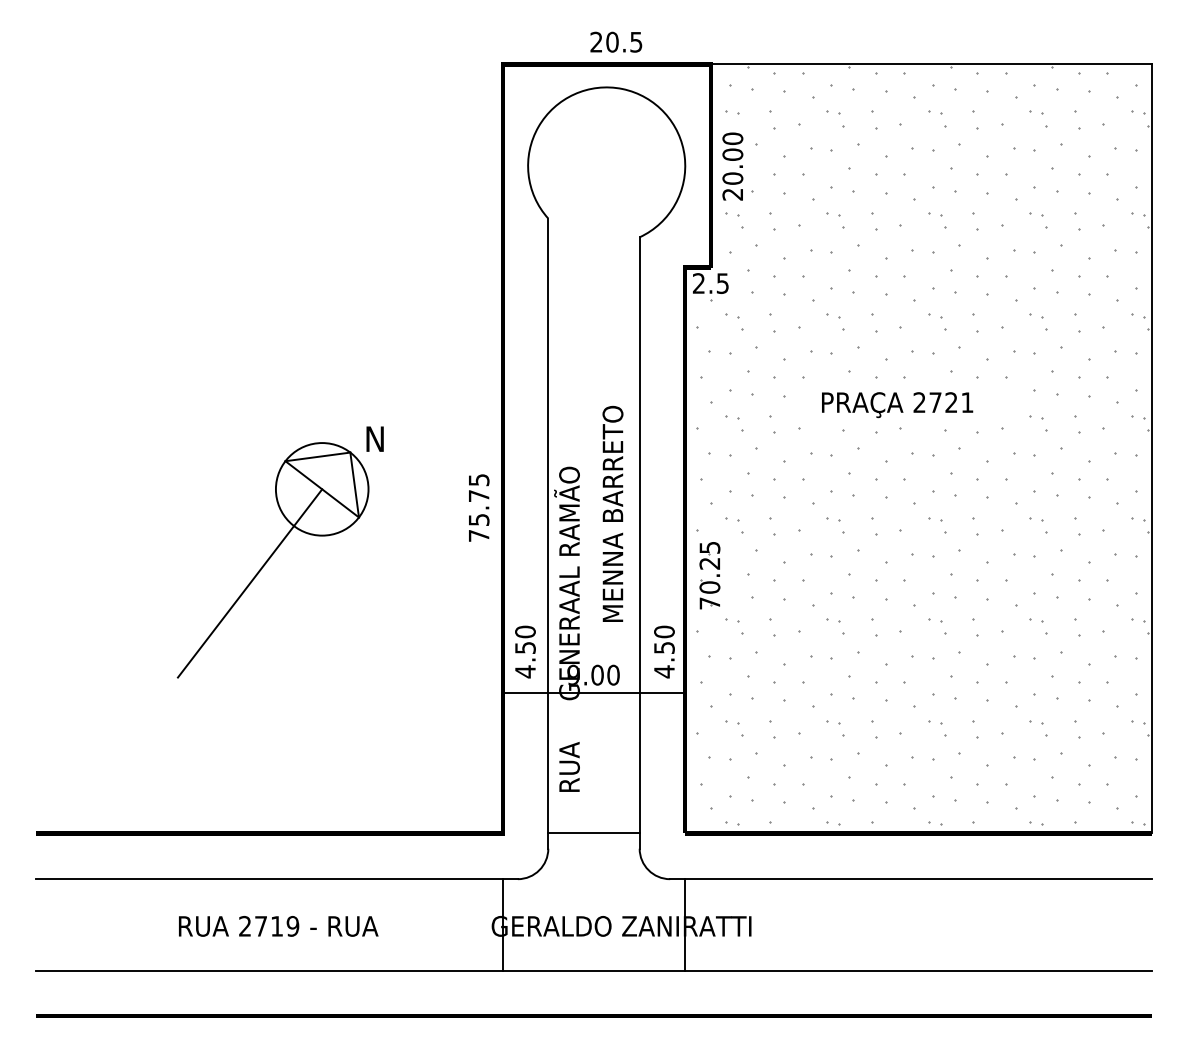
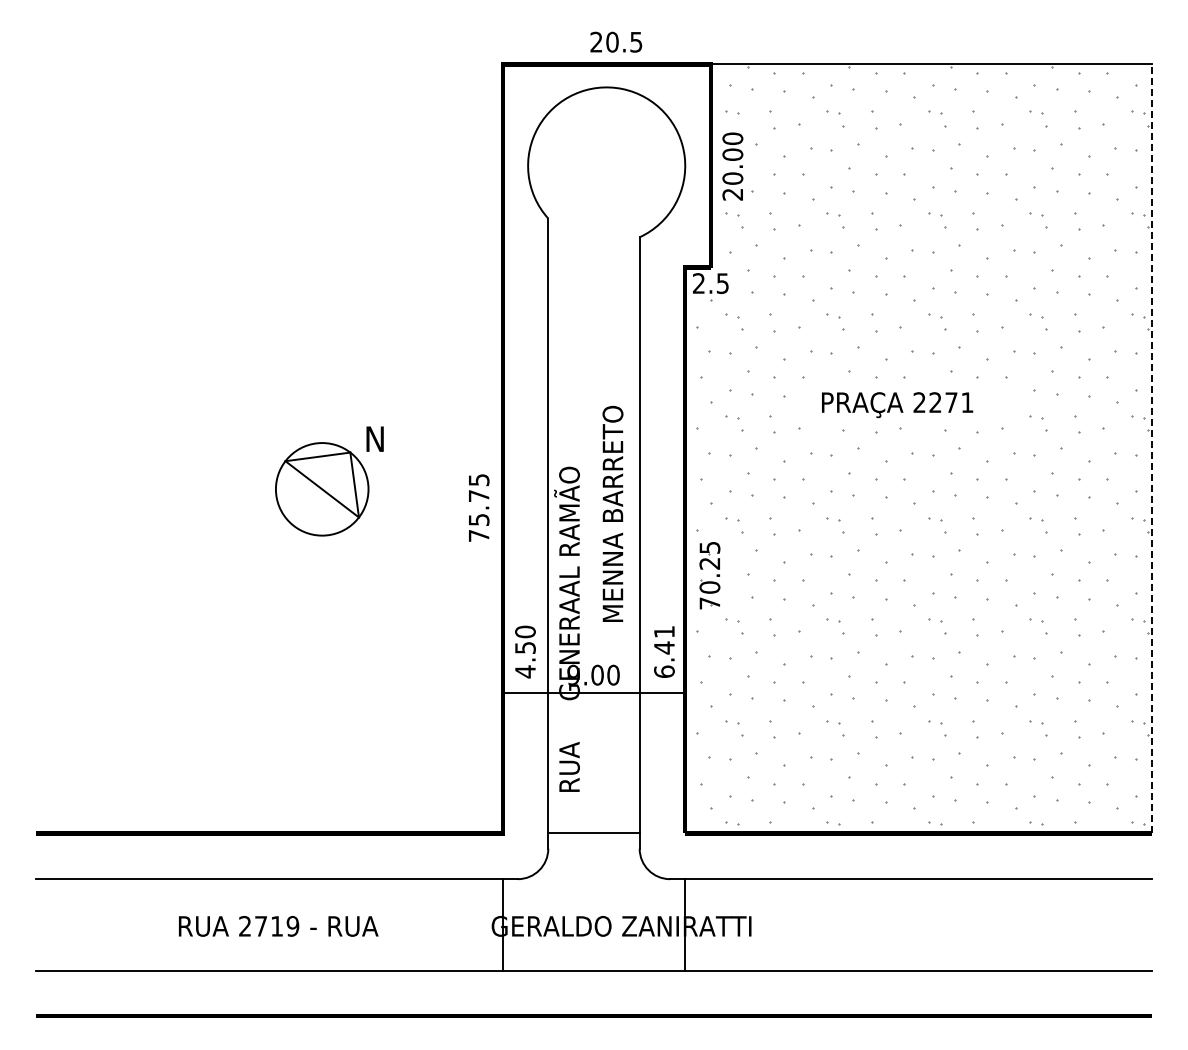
text at (943, 402): 2721 -> 2271
line at (1152, 448): solid -> dashed
line at (249, 583): present -> none
text at (664, 651): 4.50 -> 6.41
